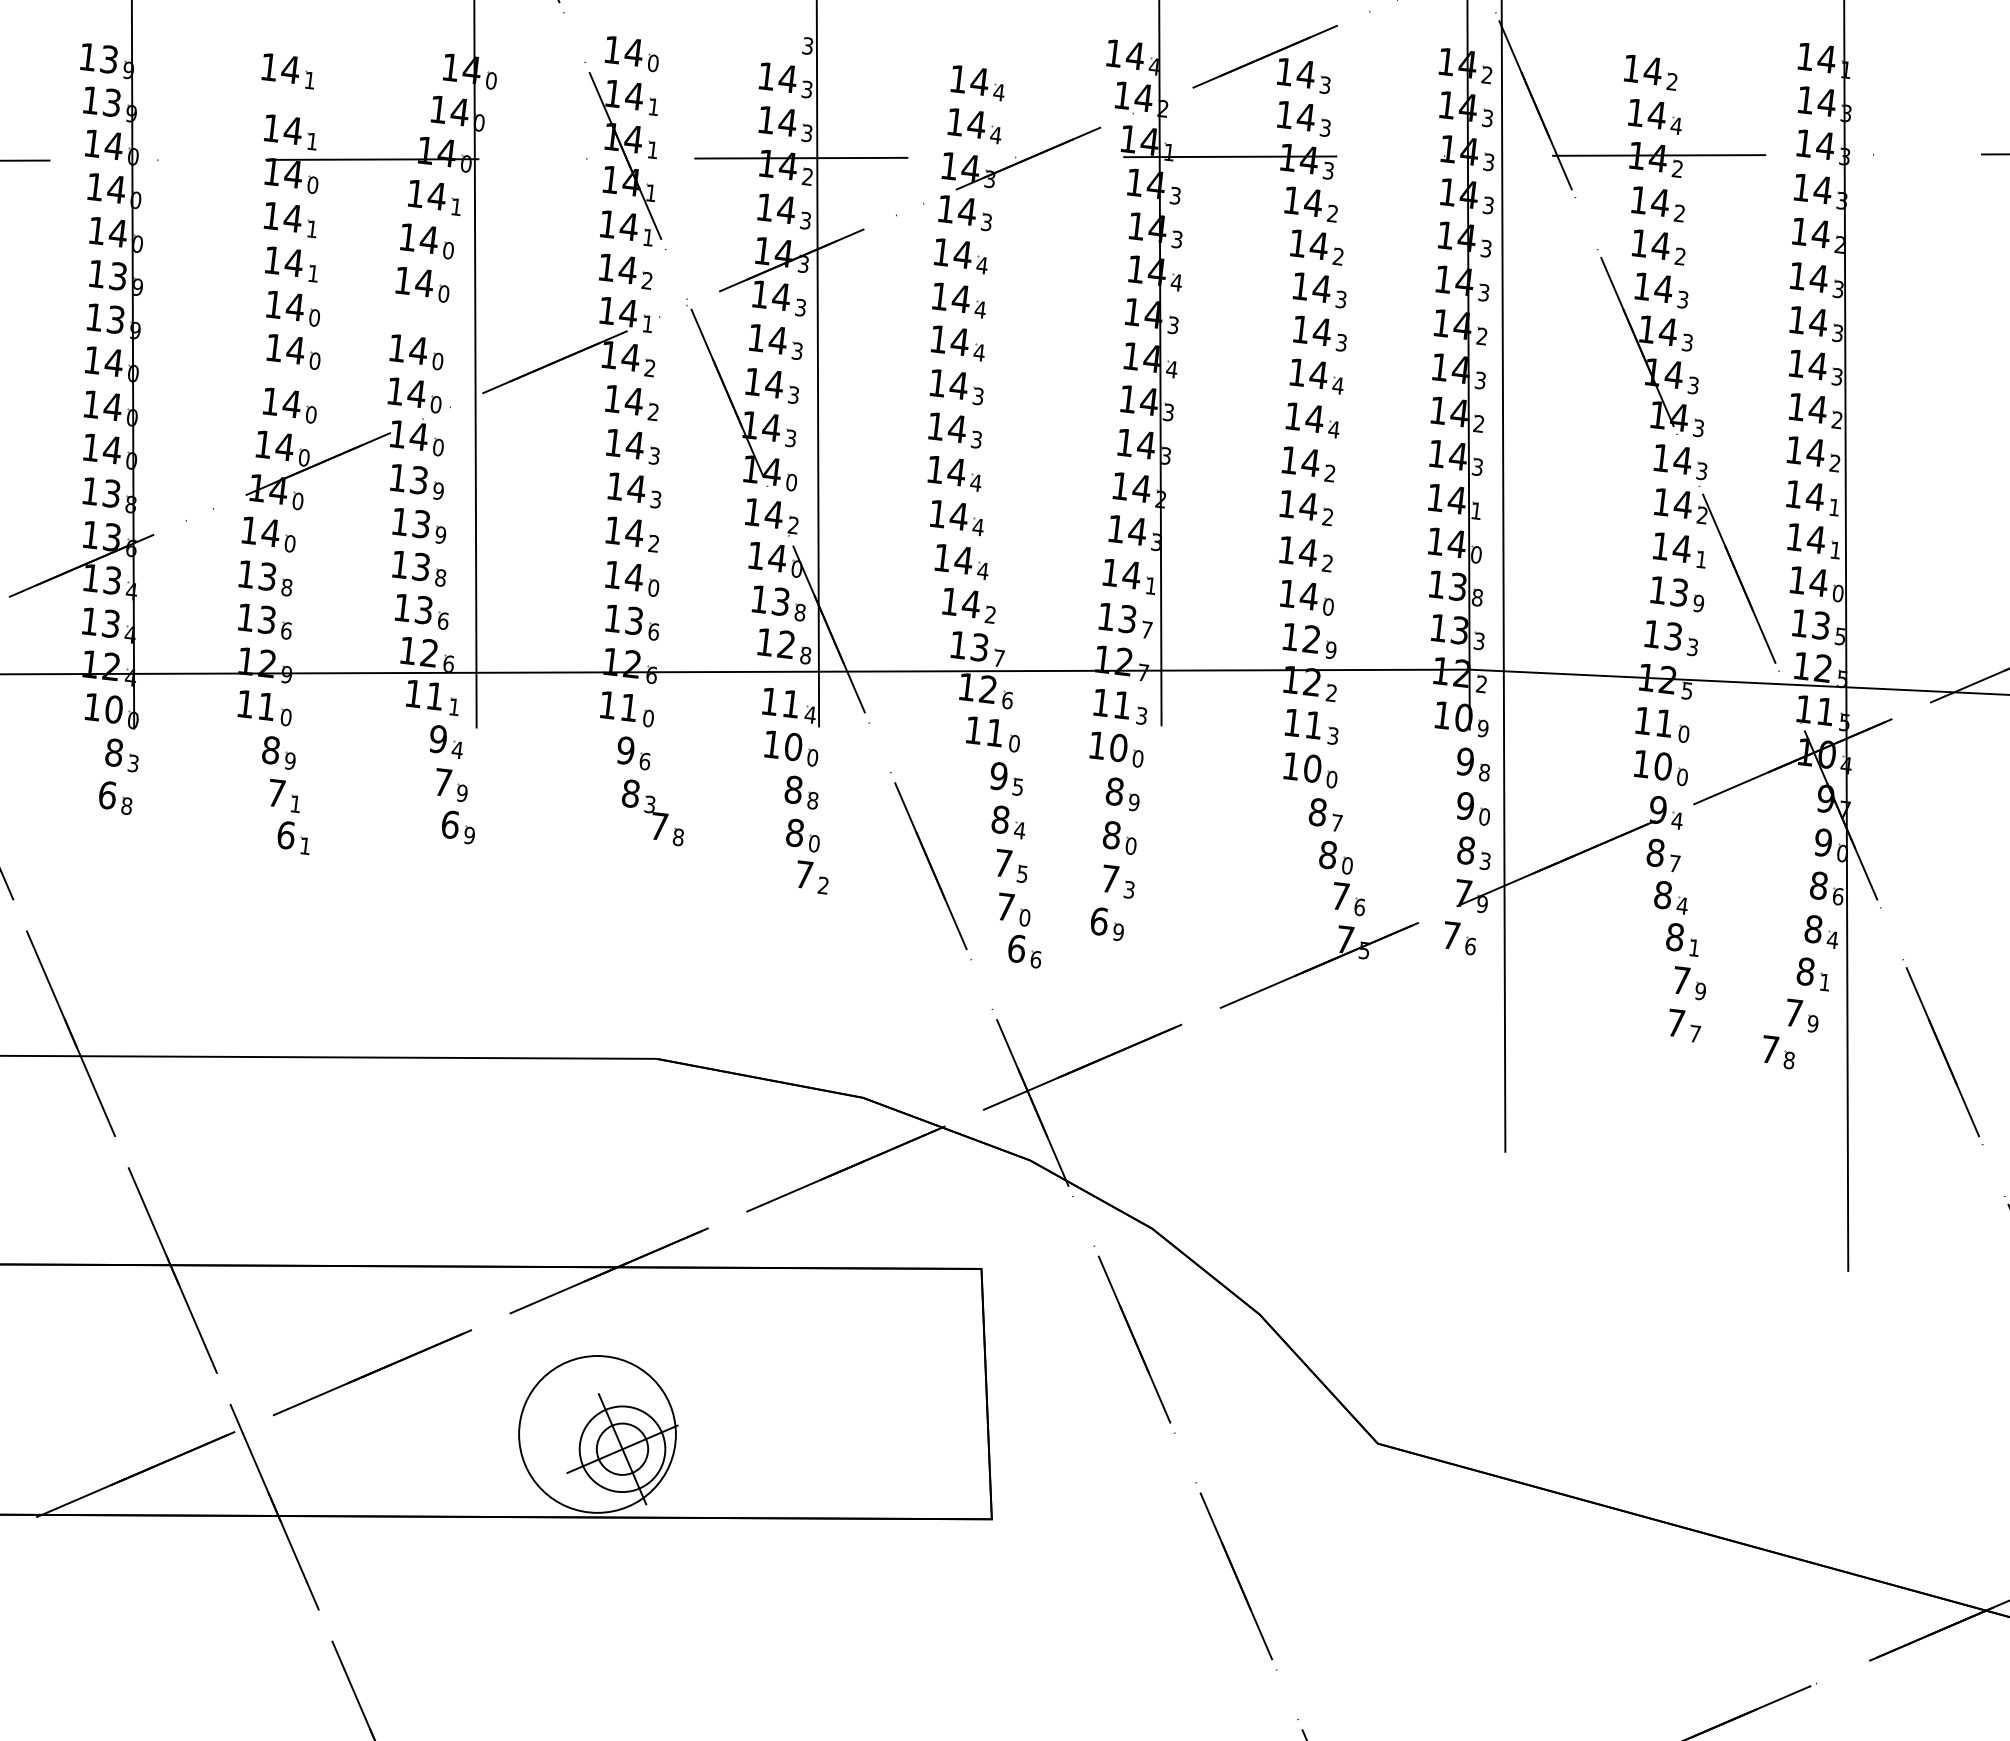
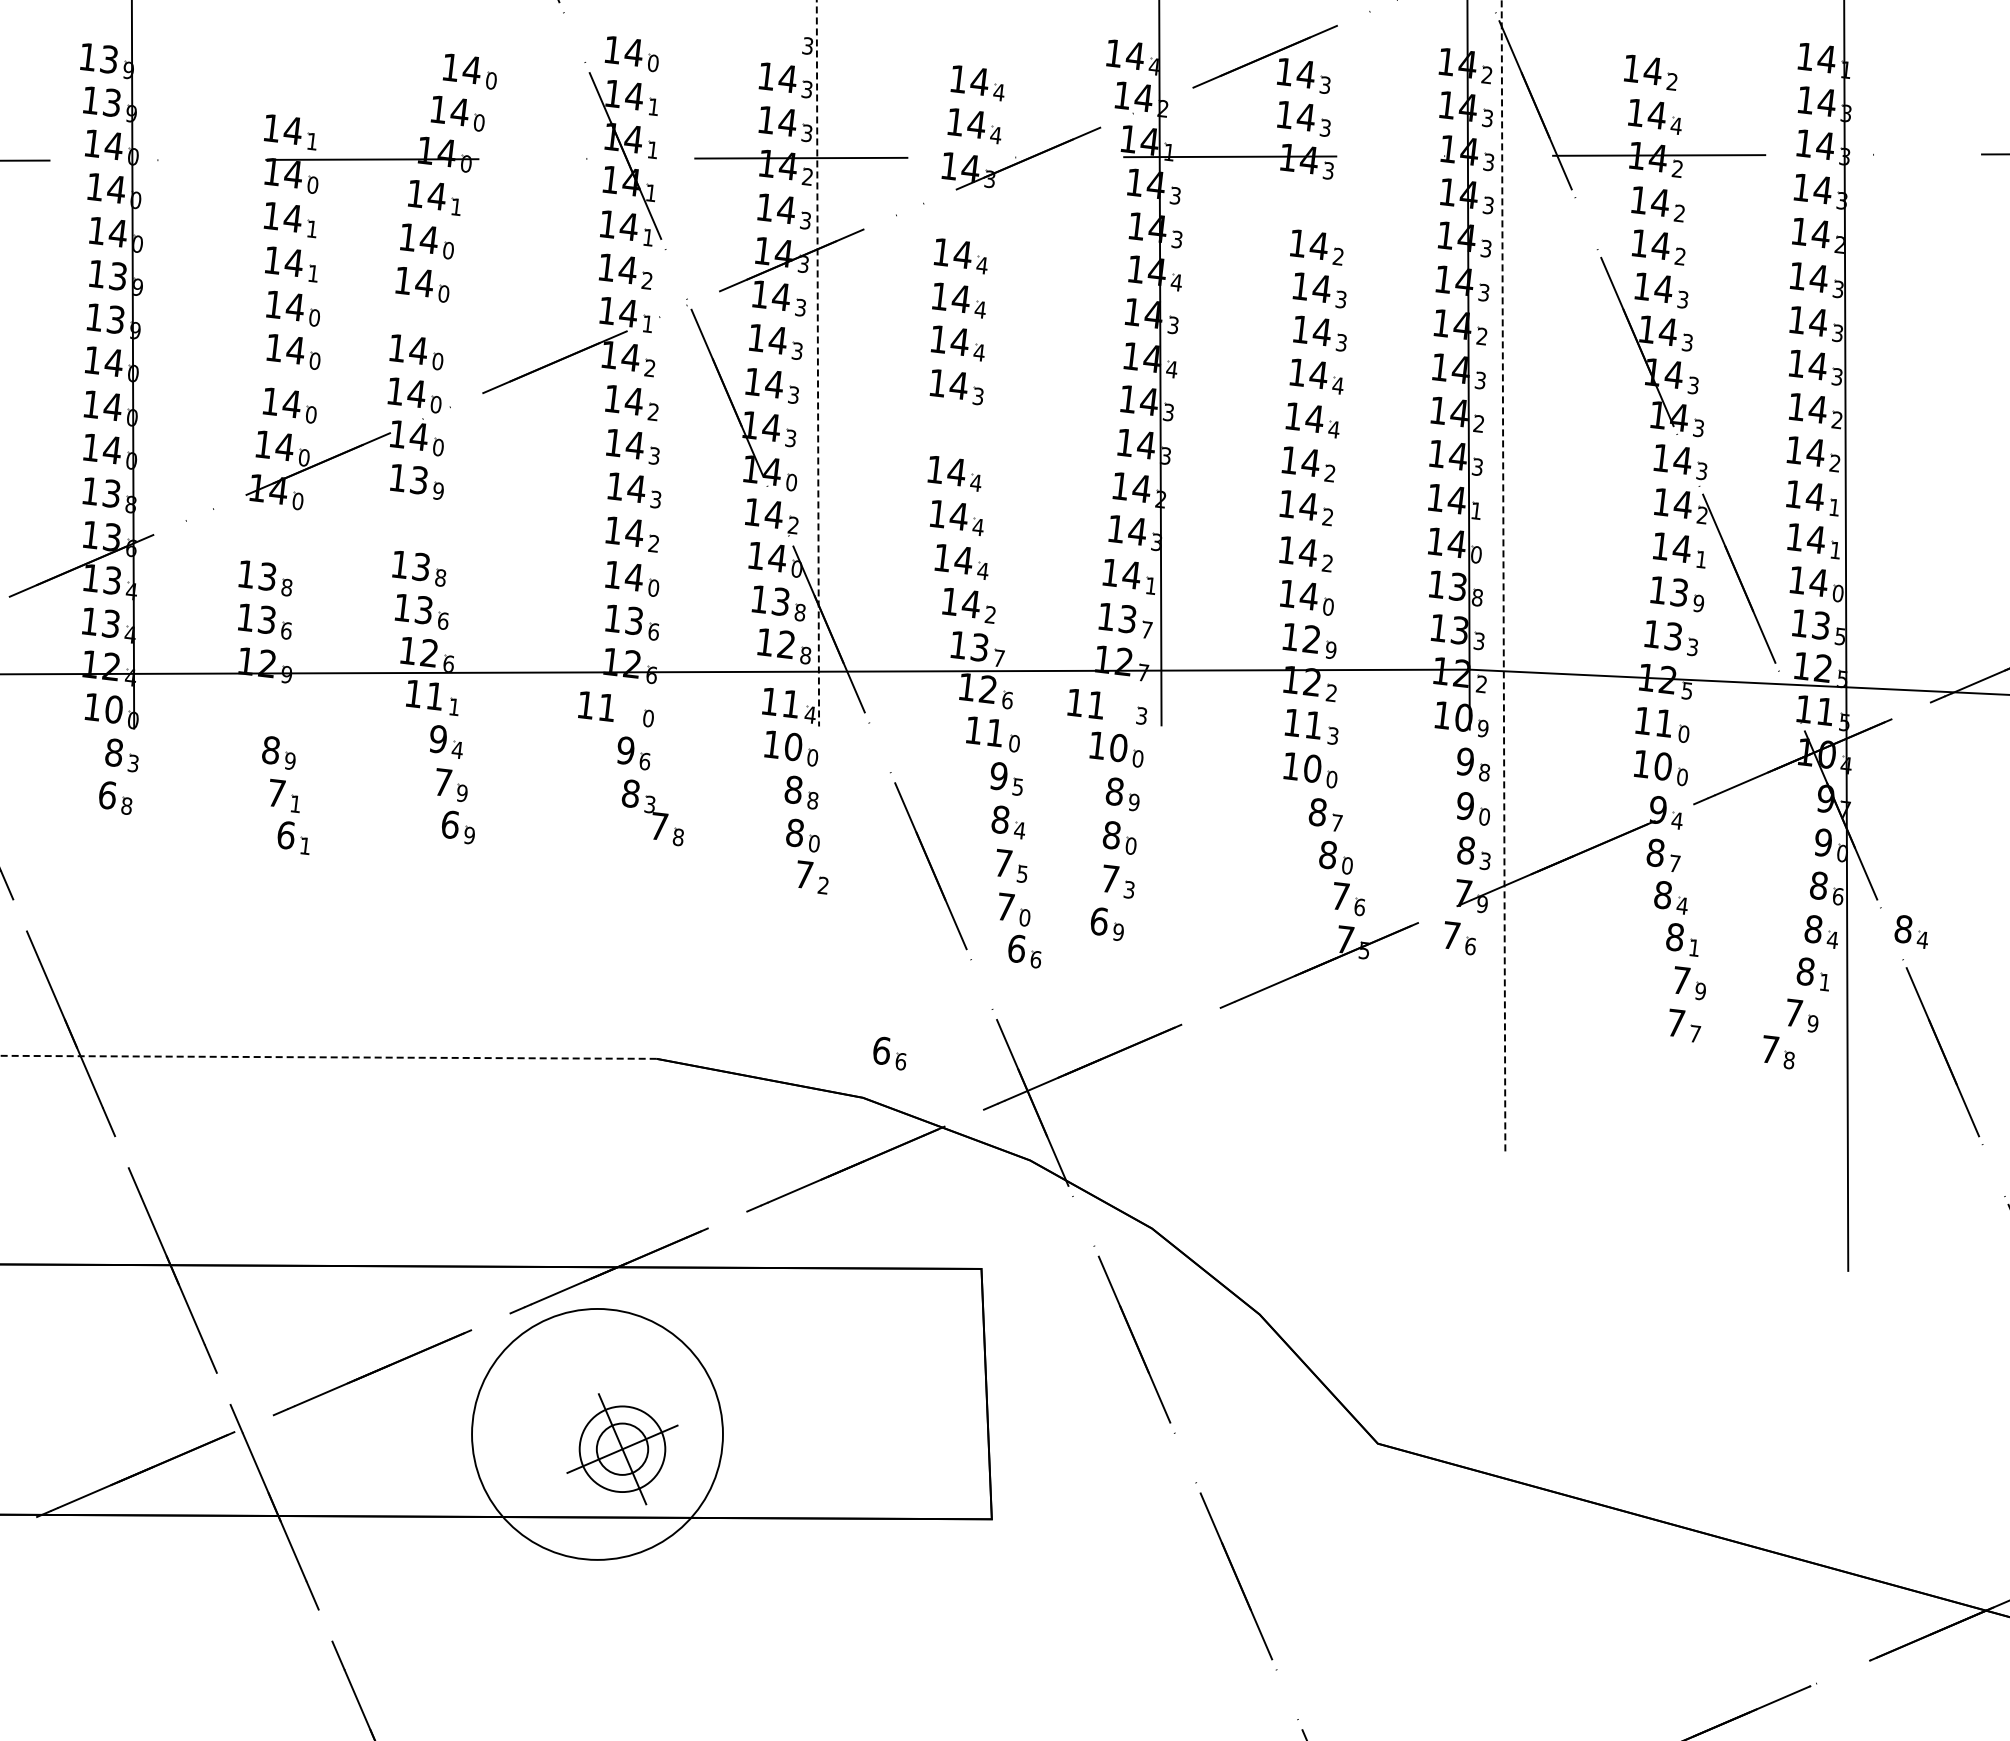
part at (287, 71): present -> none
part at (1310, 204): present -> none
part at (964, 213): present -> none
line at (817, 363): solid -> dashed
line at (475, 364): present -> none
part at (954, 430): present -> none
part at (419, 525): present -> none
part at (268, 534): present -> none
line at (1503, 575): solid -> dashed
text at (1110, 704) position: (1110, 704) -> (1084, 704)
text at (617, 706) position: (617, 706) -> (595, 706)
part at (264, 708): present -> none
part at (1910, 931): none -> present
part at (889, 1053): none -> present
line at (327, 1057): solid -> dashed
circle at (597, 1434) diameter: 157 px -> 251 px
